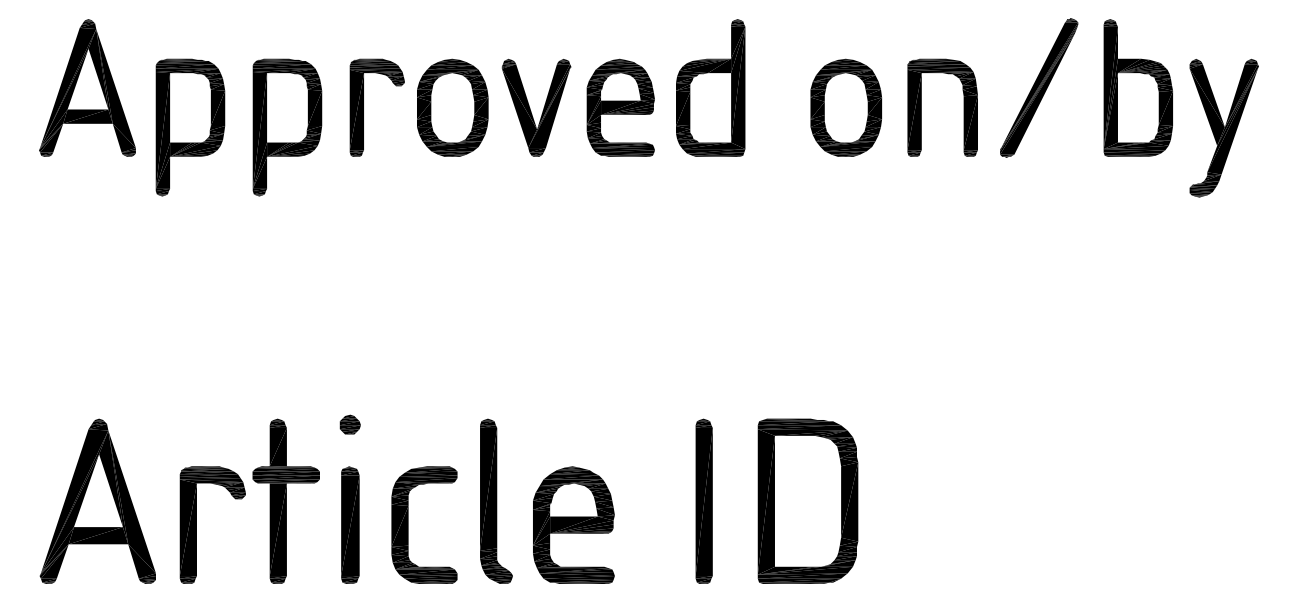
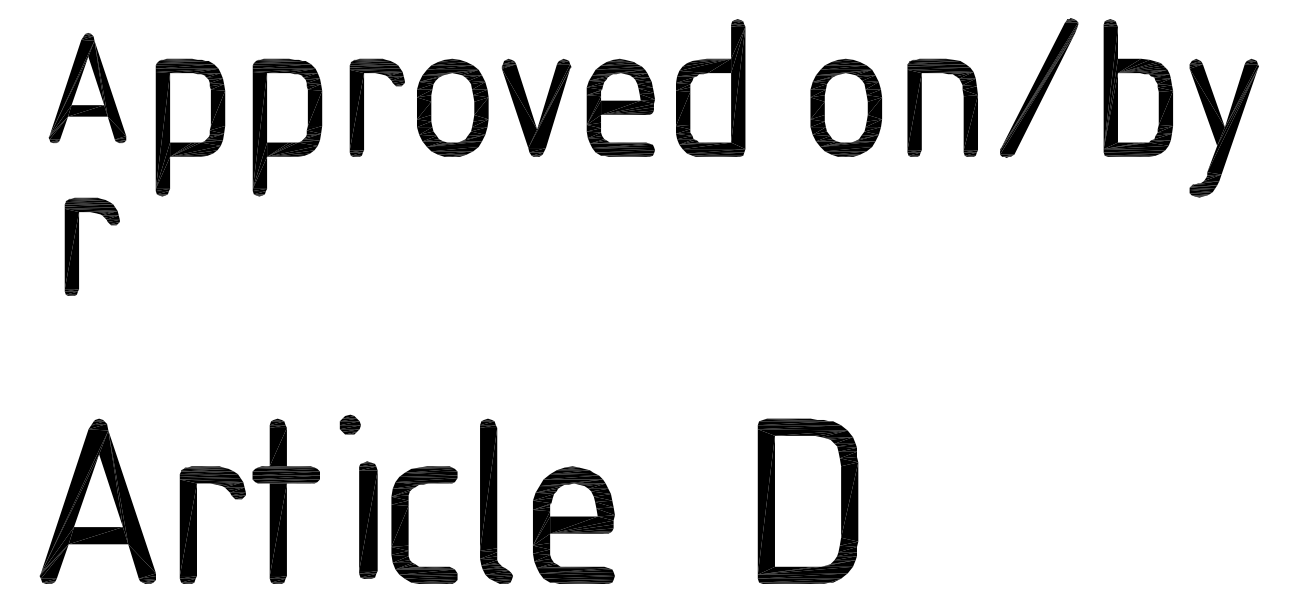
part at (87, 87) size: 97x138 px -> 79x110 px
part at (78, 246): none -> present
part at (703, 500): present -> none
part at (350, 524) position: (350, 524) -> (368, 519)
